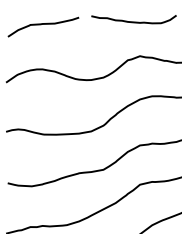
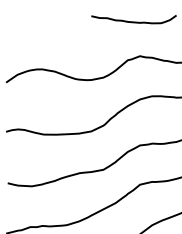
curve at (43, 24): present -> none
